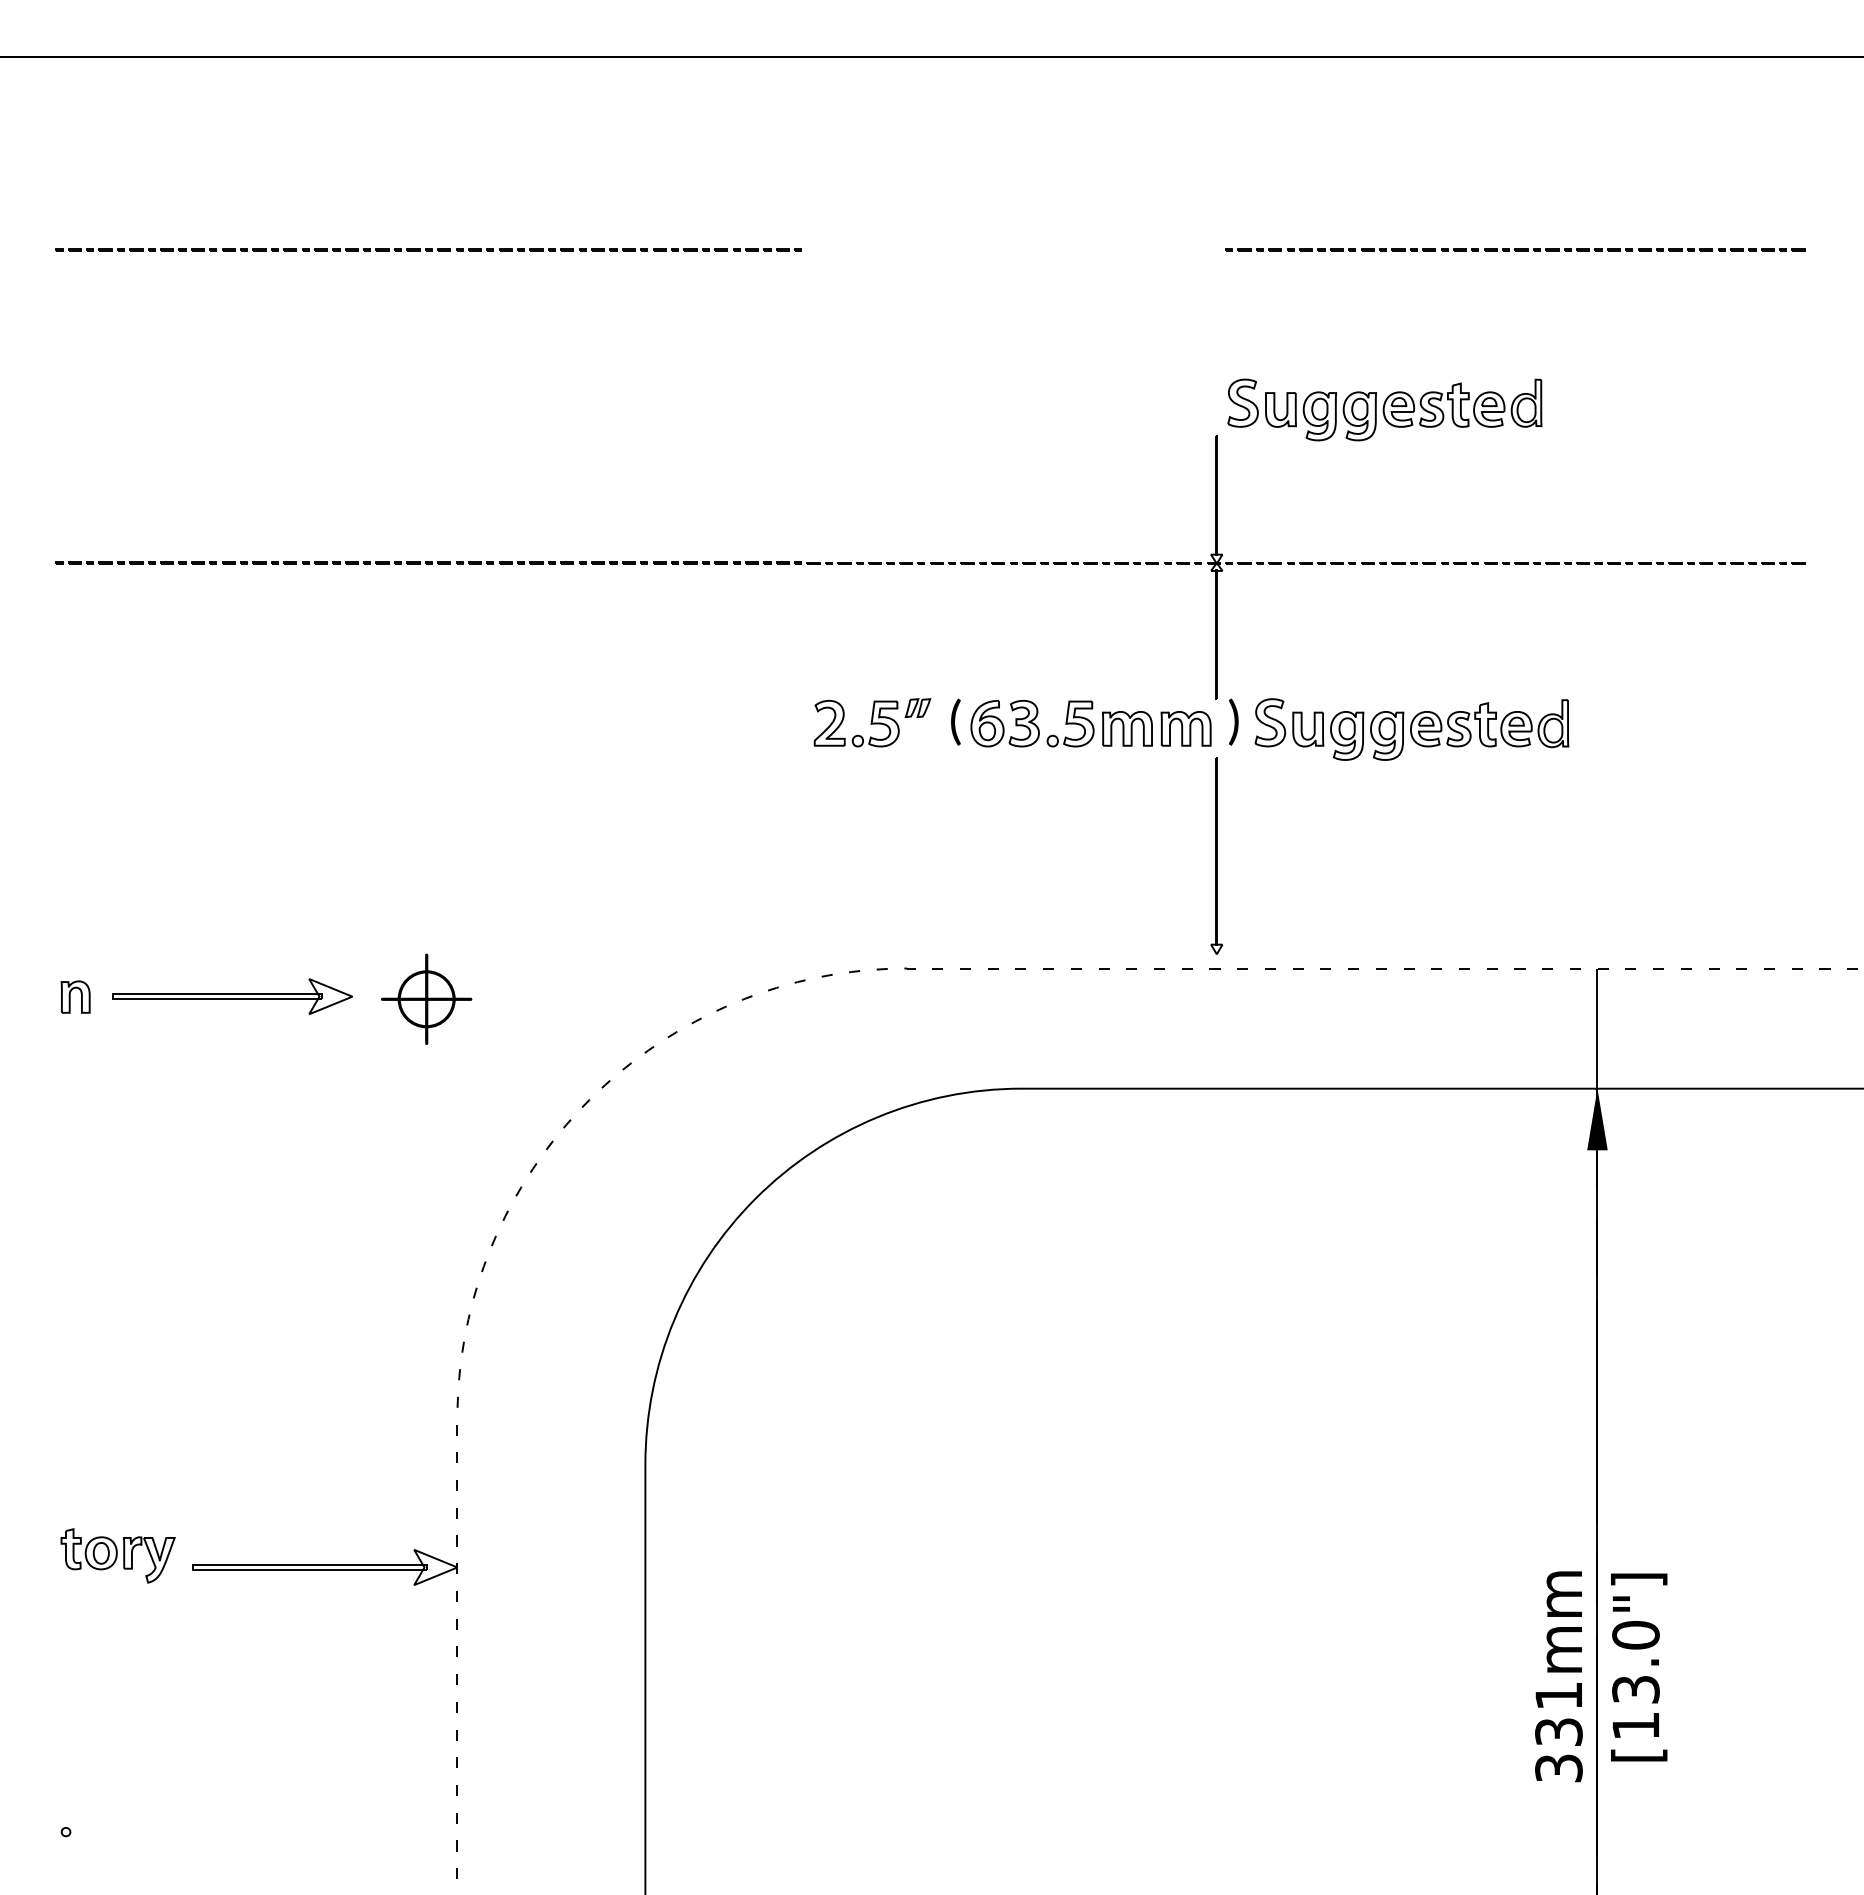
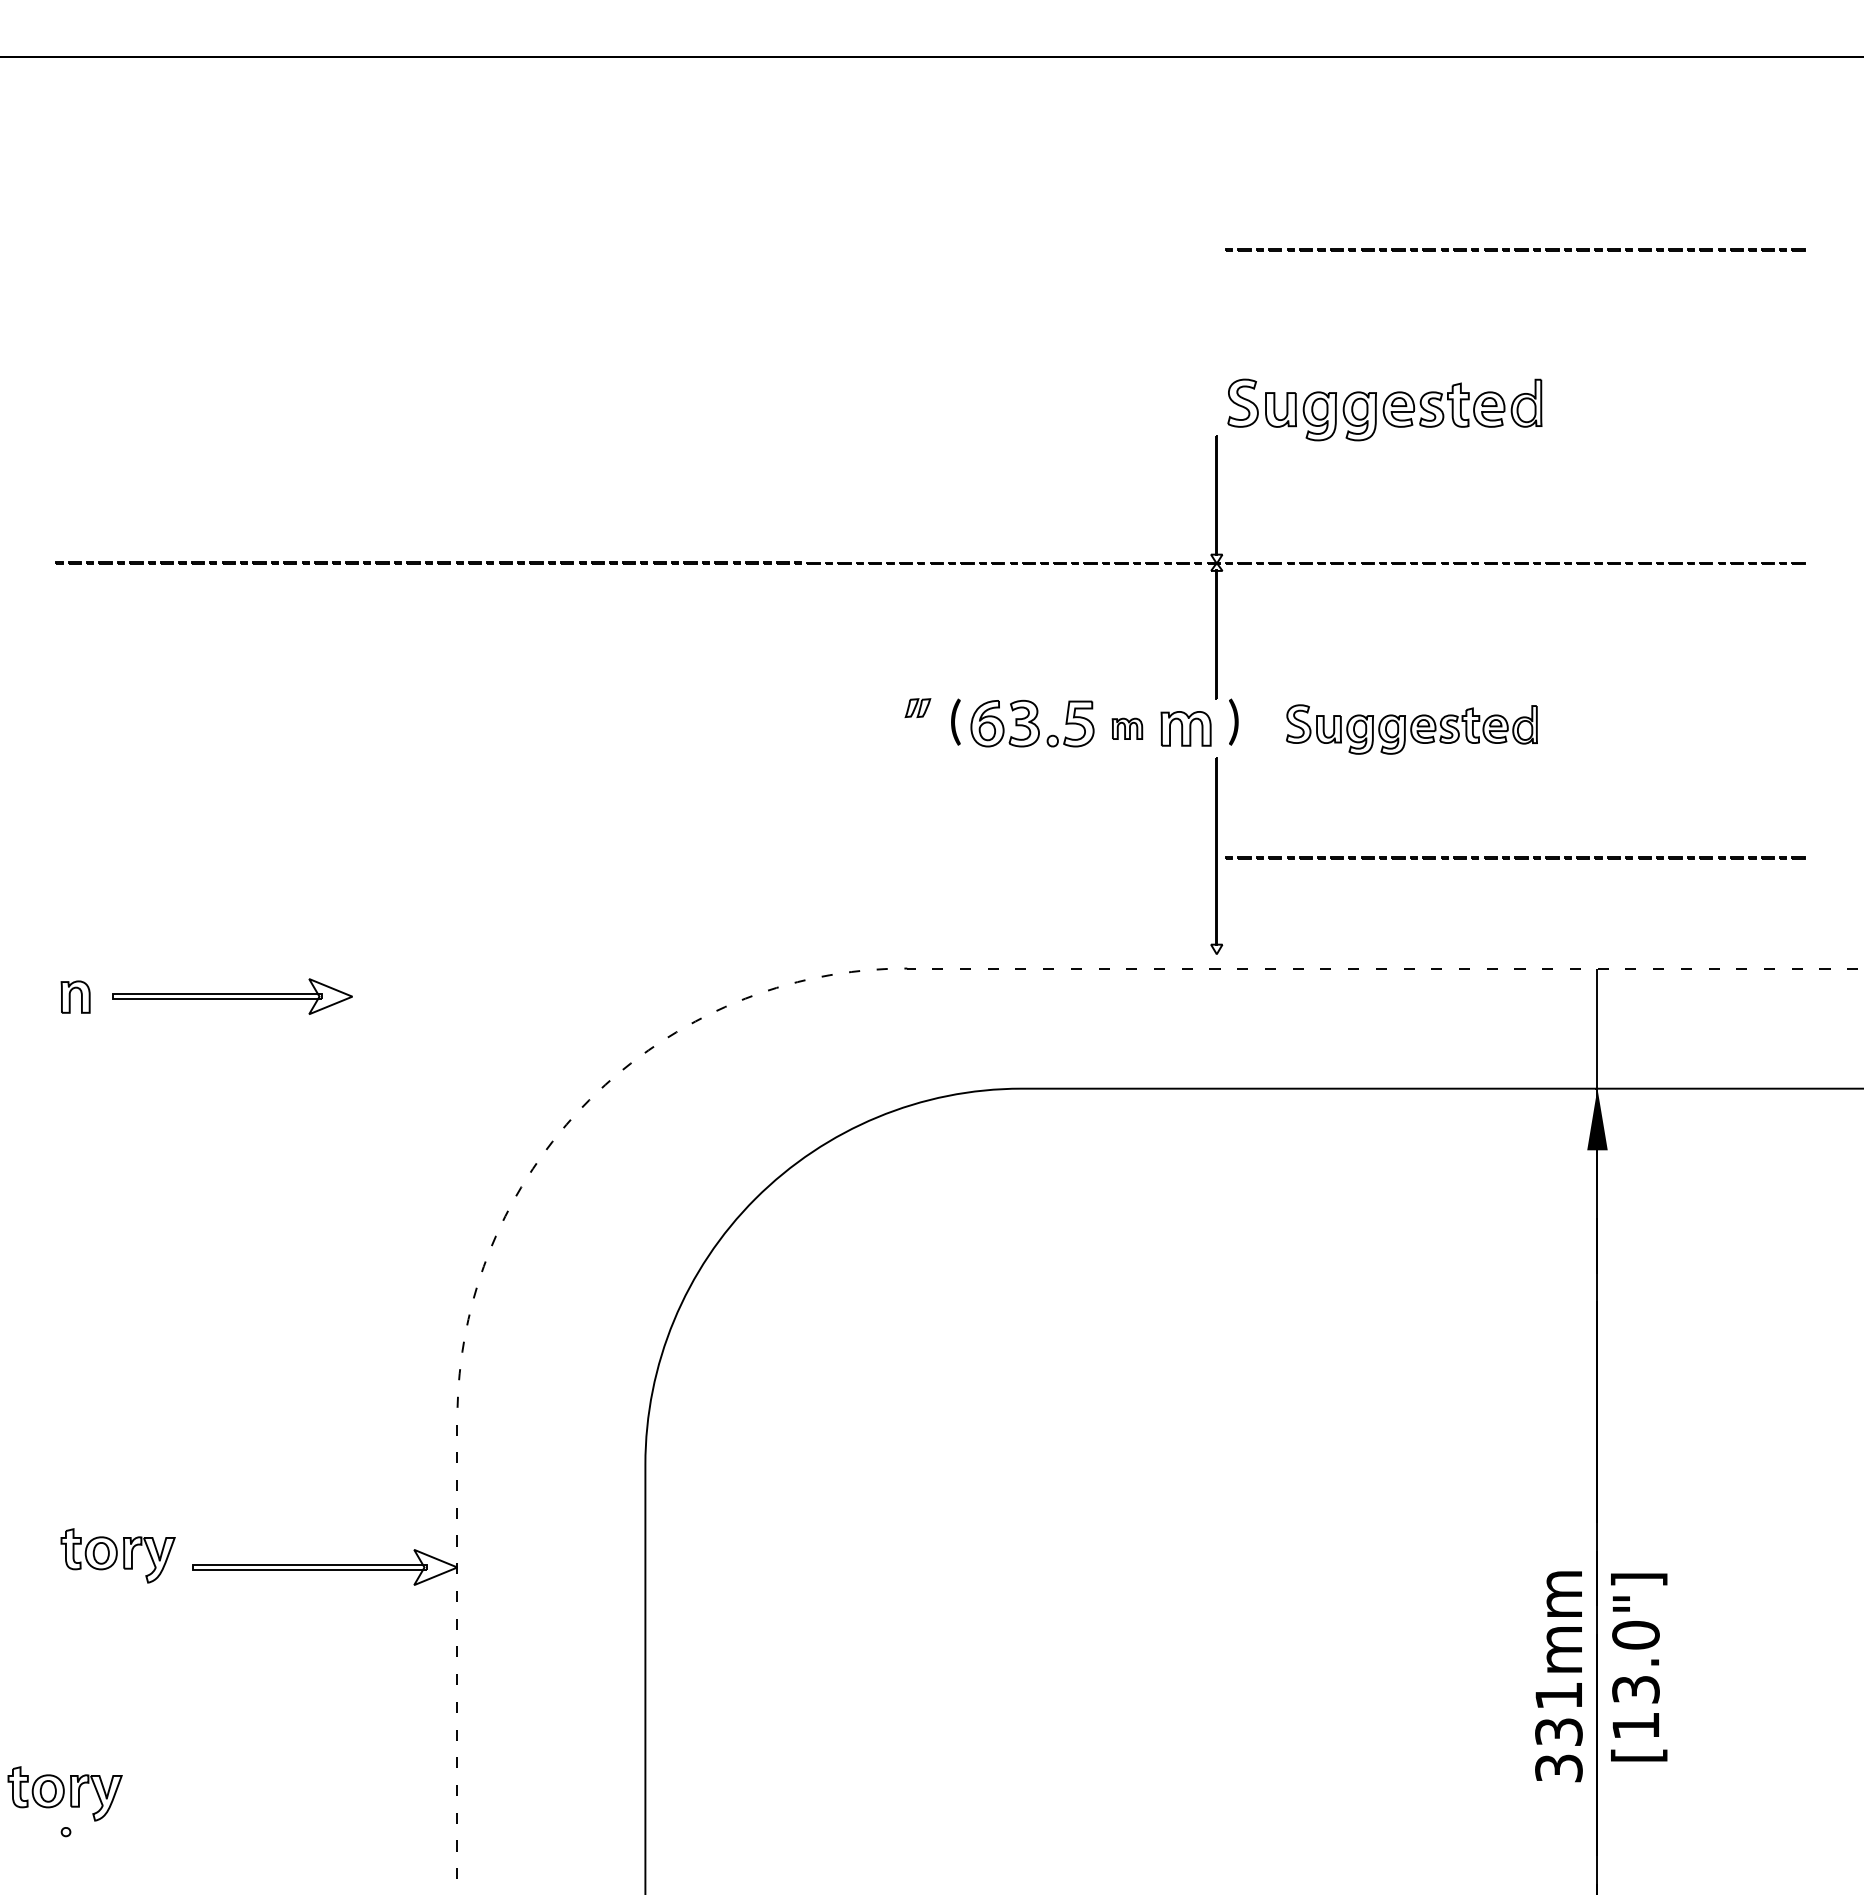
line at (428, 249): present -> none
part at (1127, 728) size: 51x36 px -> 33x23 px
part at (1411, 729) size: 316x63 px -> 252x51 px
part at (857, 734): present -> none
line at (1515, 857): none -> present
part at (426, 998): present -> none
part at (64, 1793): none -> present
